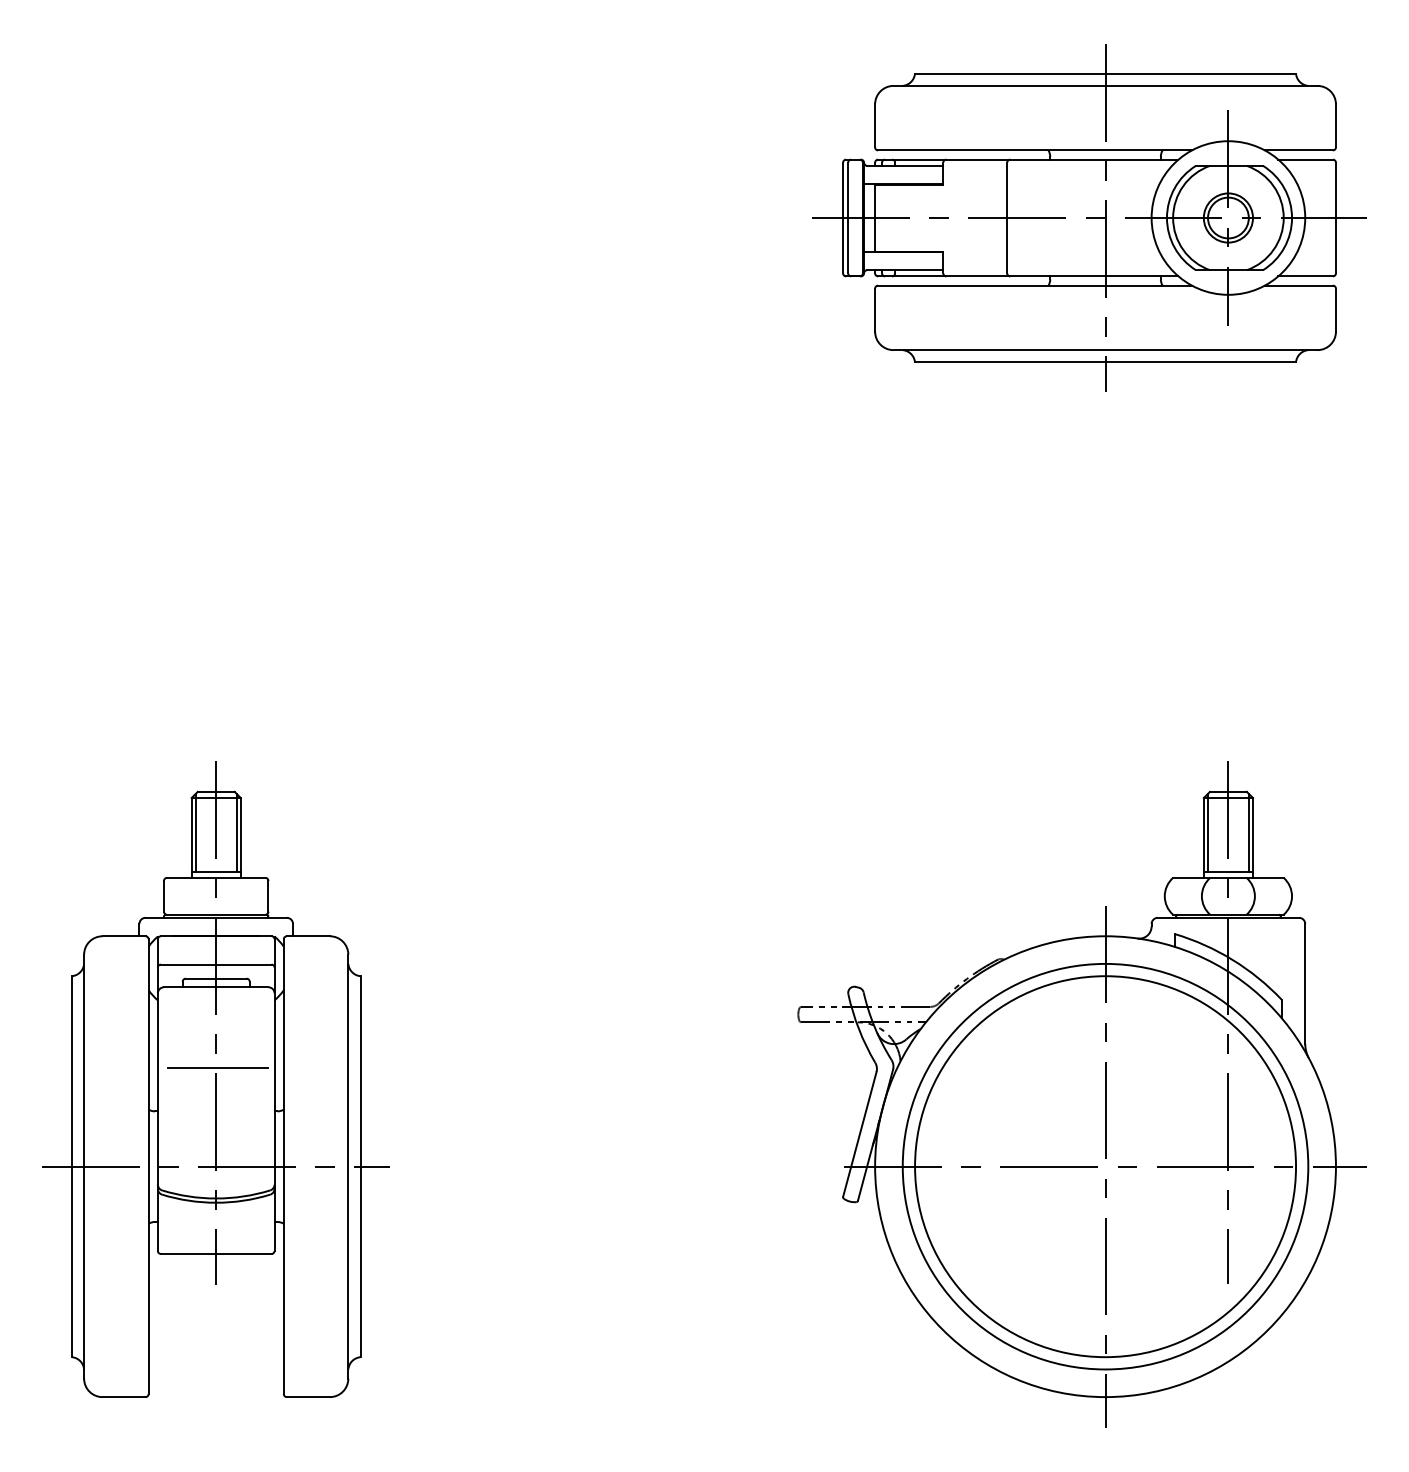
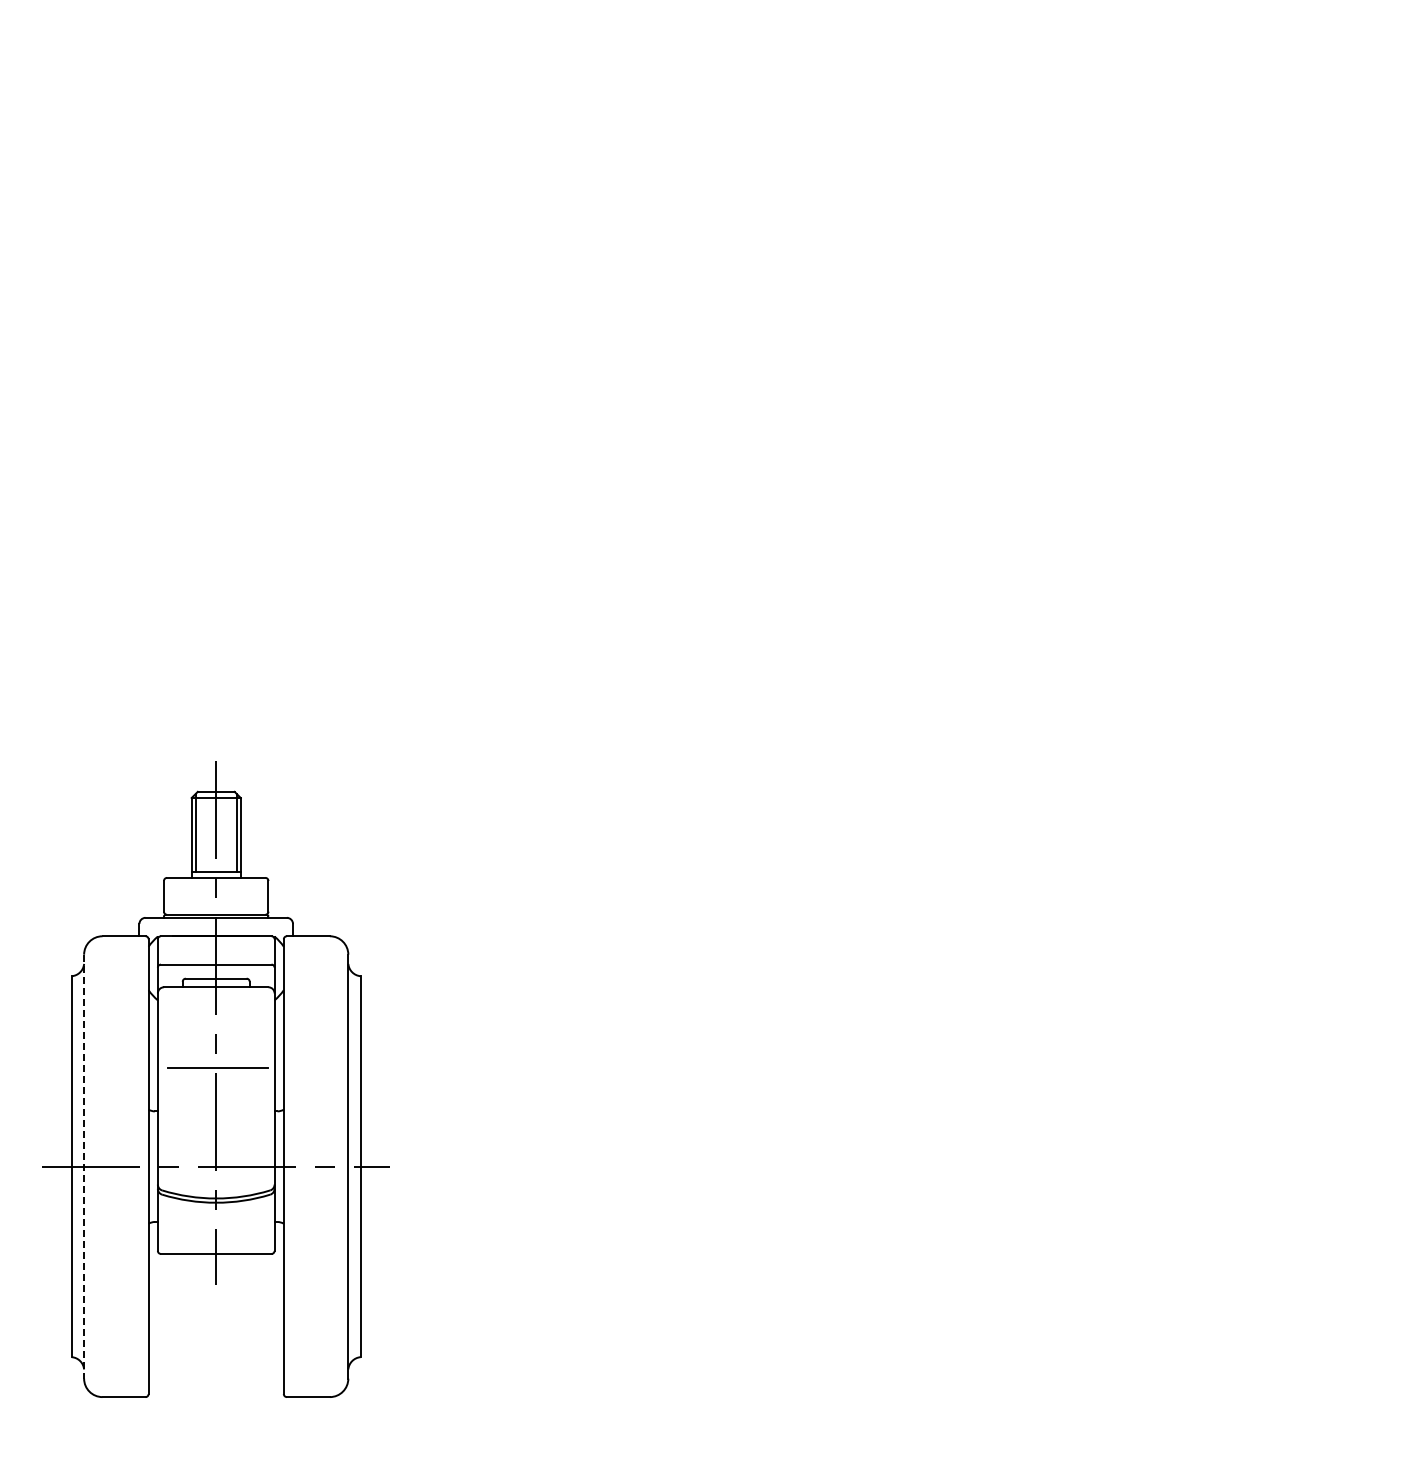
part at (1089, 217): present -> none
part at (1081, 1094): present -> none
line at (84, 1166): solid -> dashed
